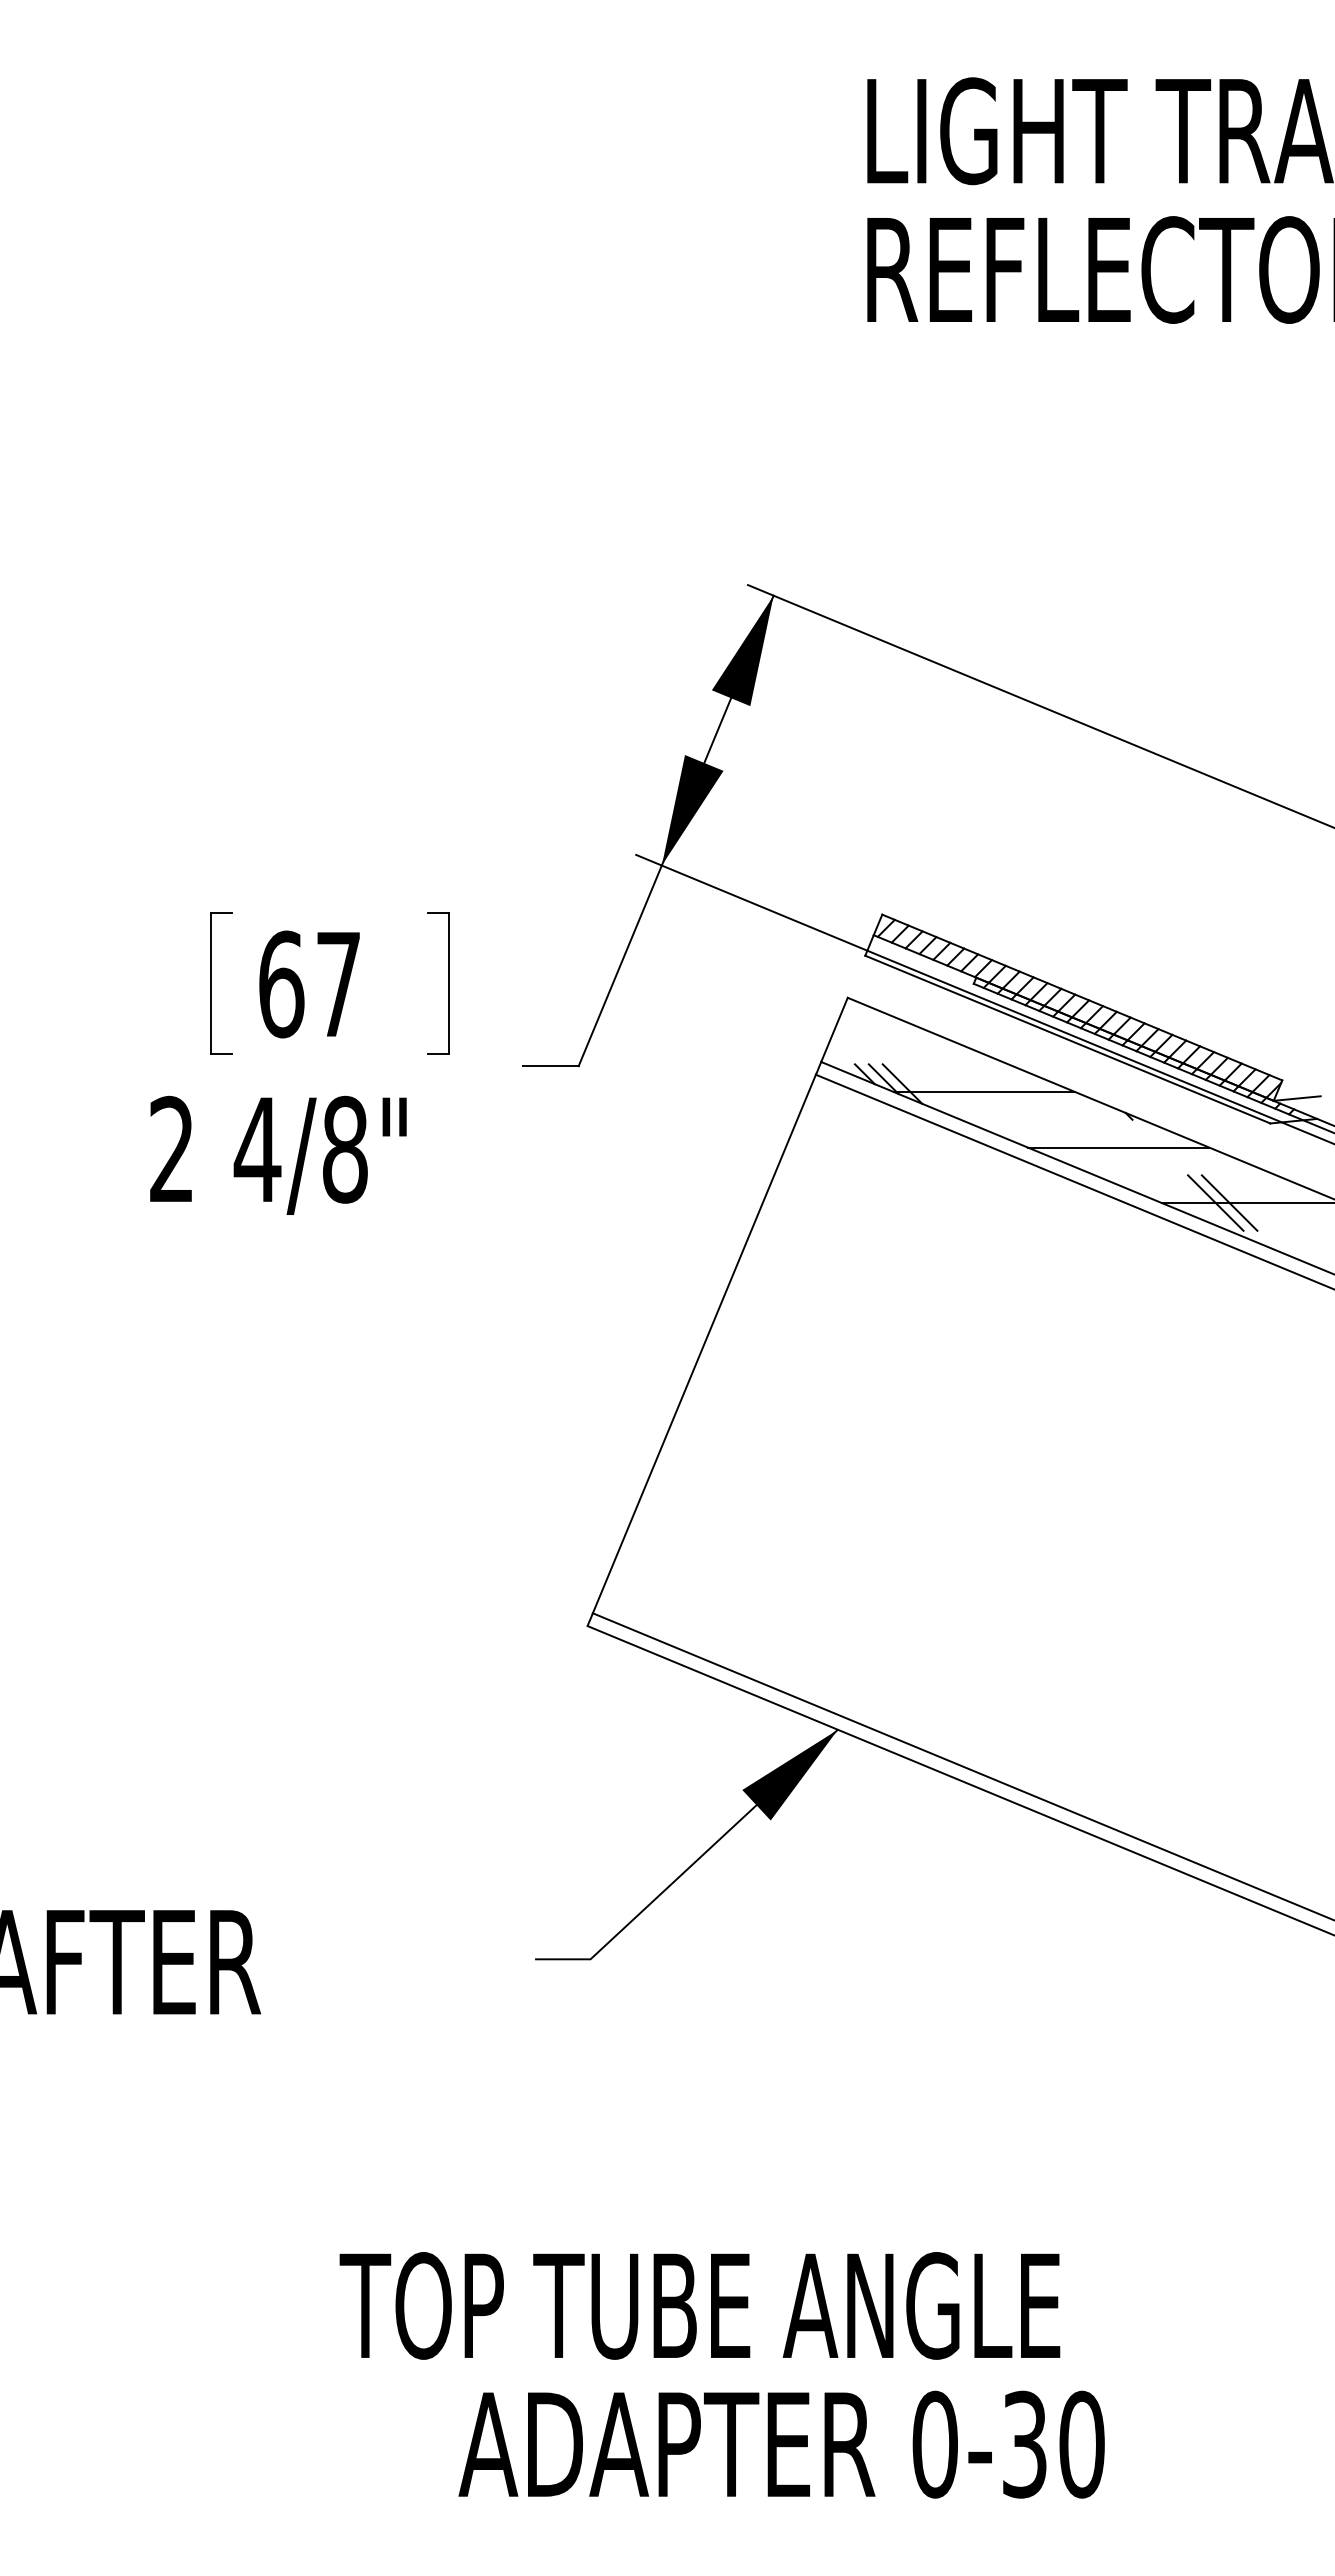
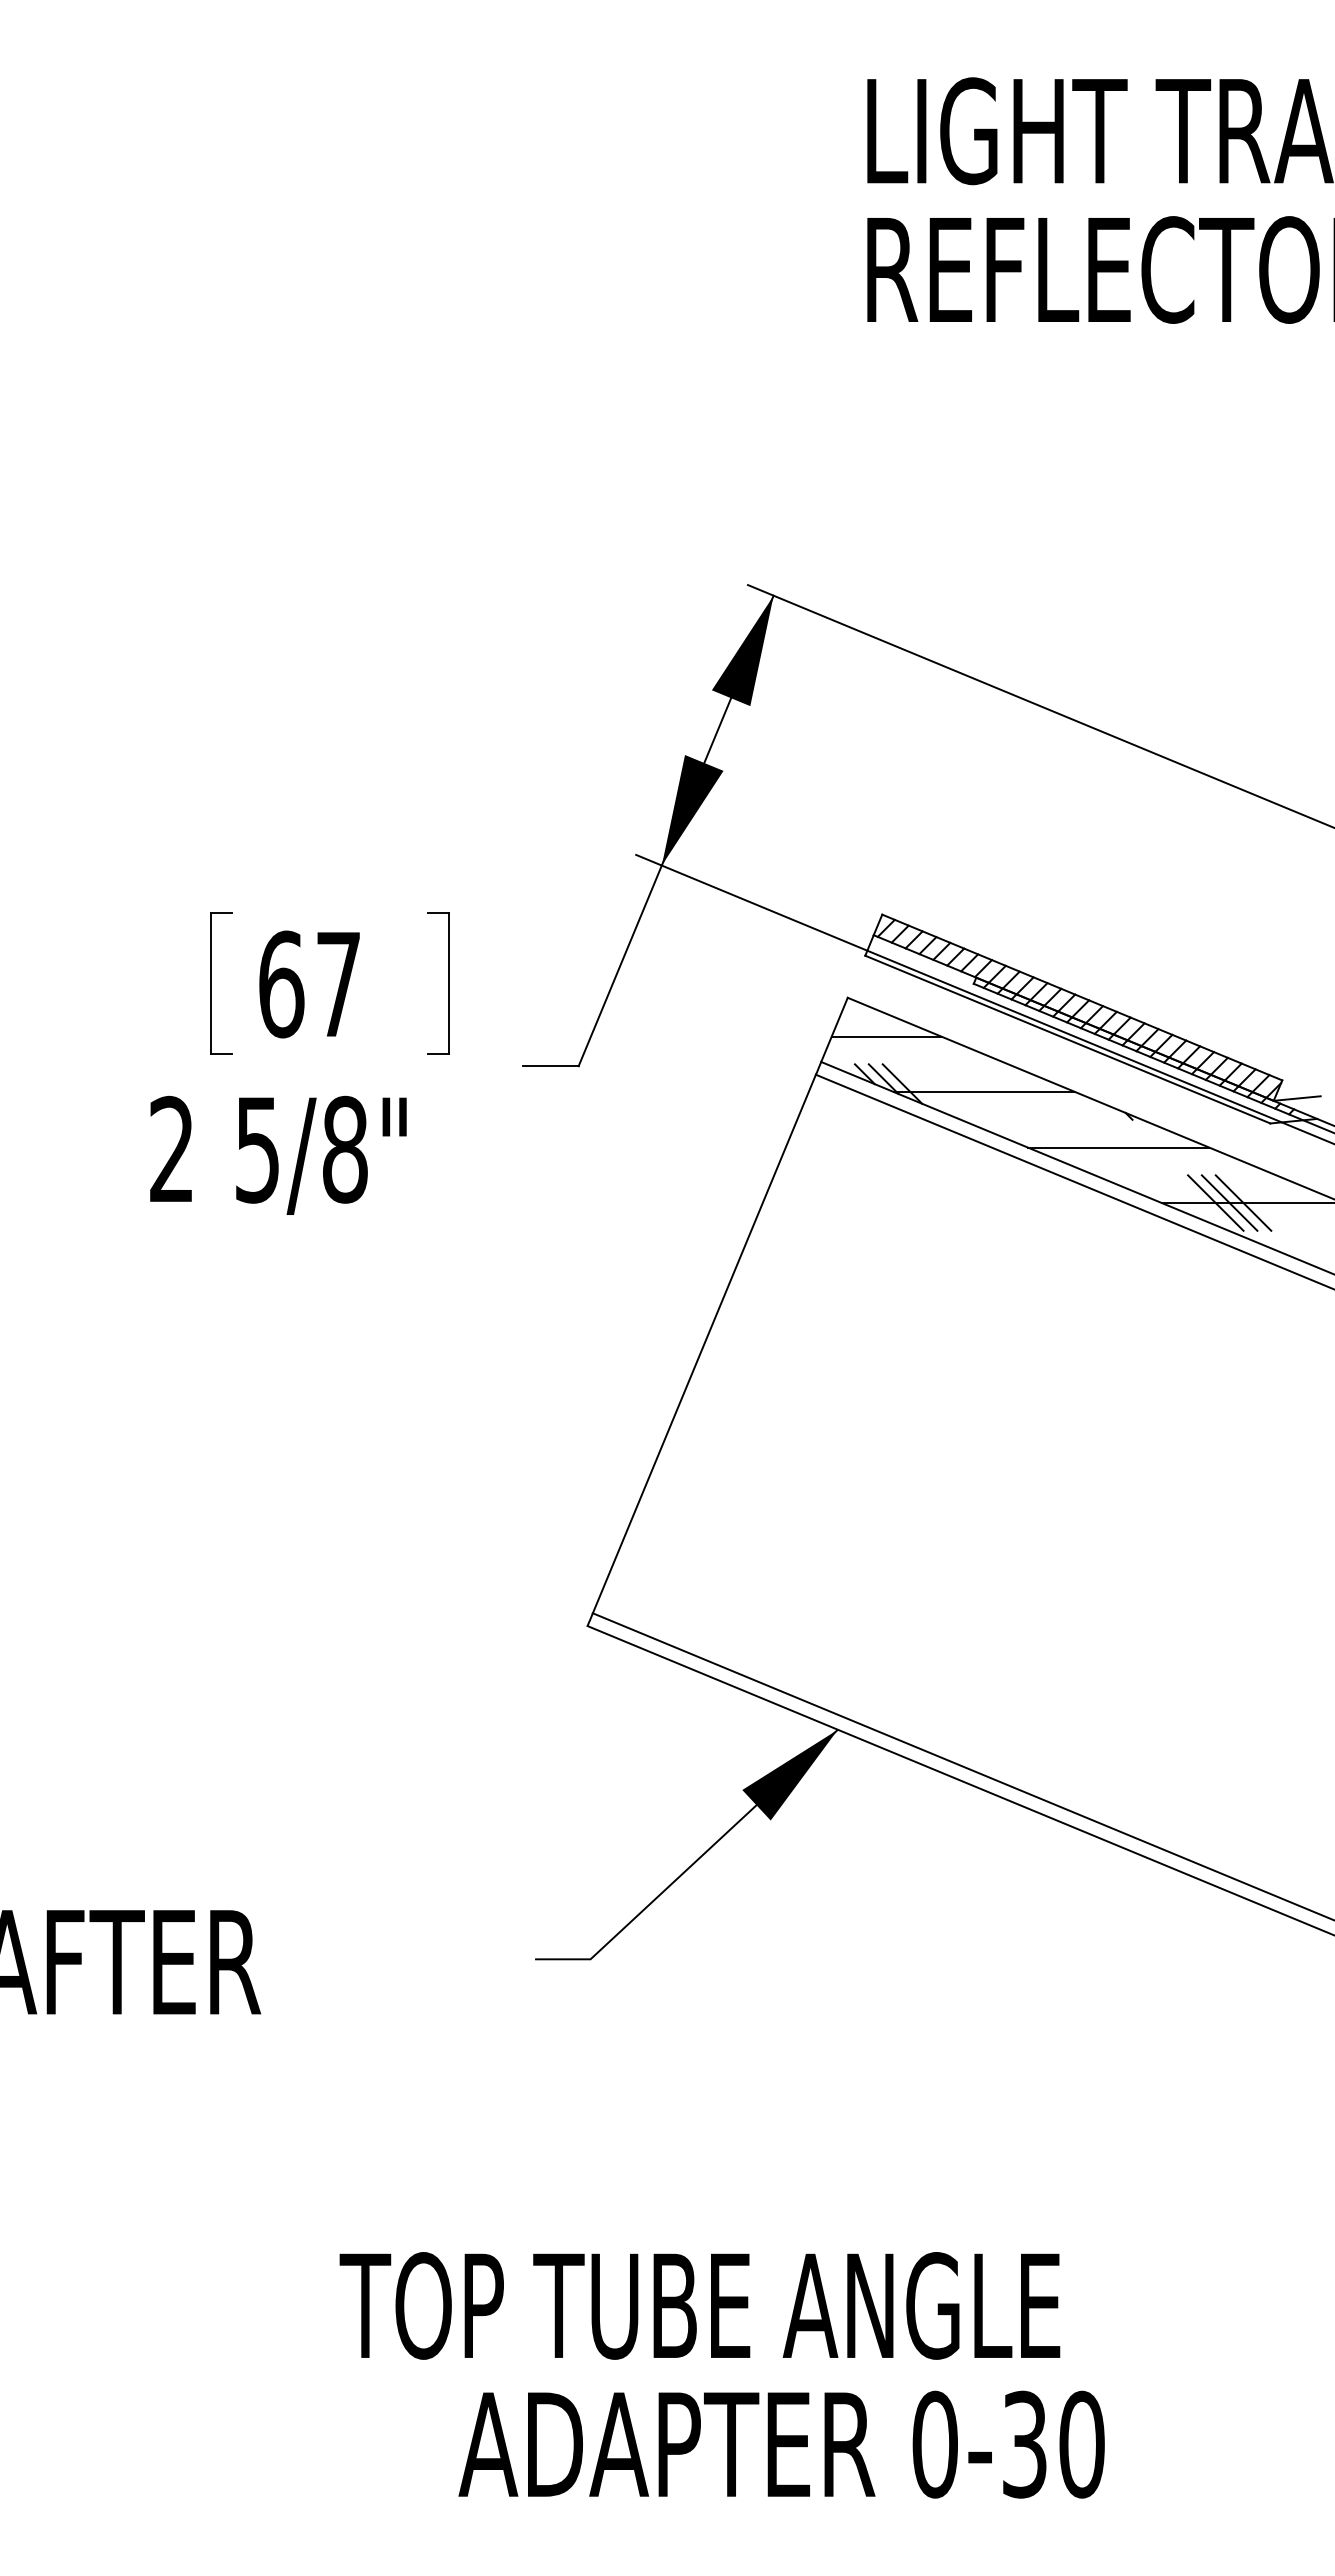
line at (886, 1036): none -> present
text at (257, 1150): 4/8" -> 5/8"
line at (1243, 1202): none -> present
